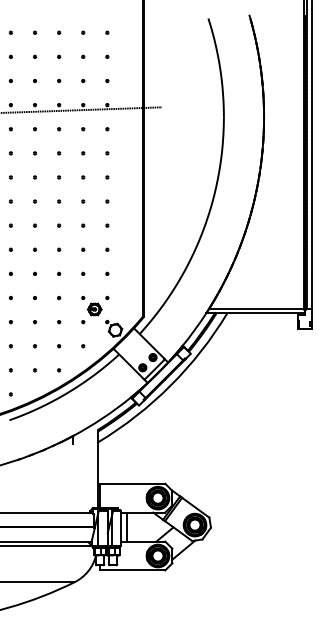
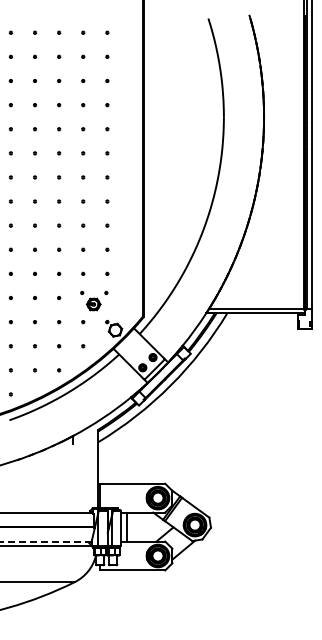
line at (82, 109): present -> none
part at (95, 306) position: (95, 306) -> (94, 301)
line at (46, 541): solid -> dashed
